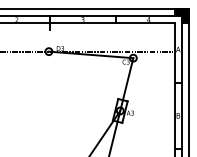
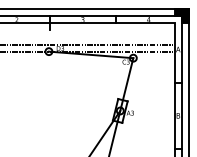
line at (88, 44): none -> present
